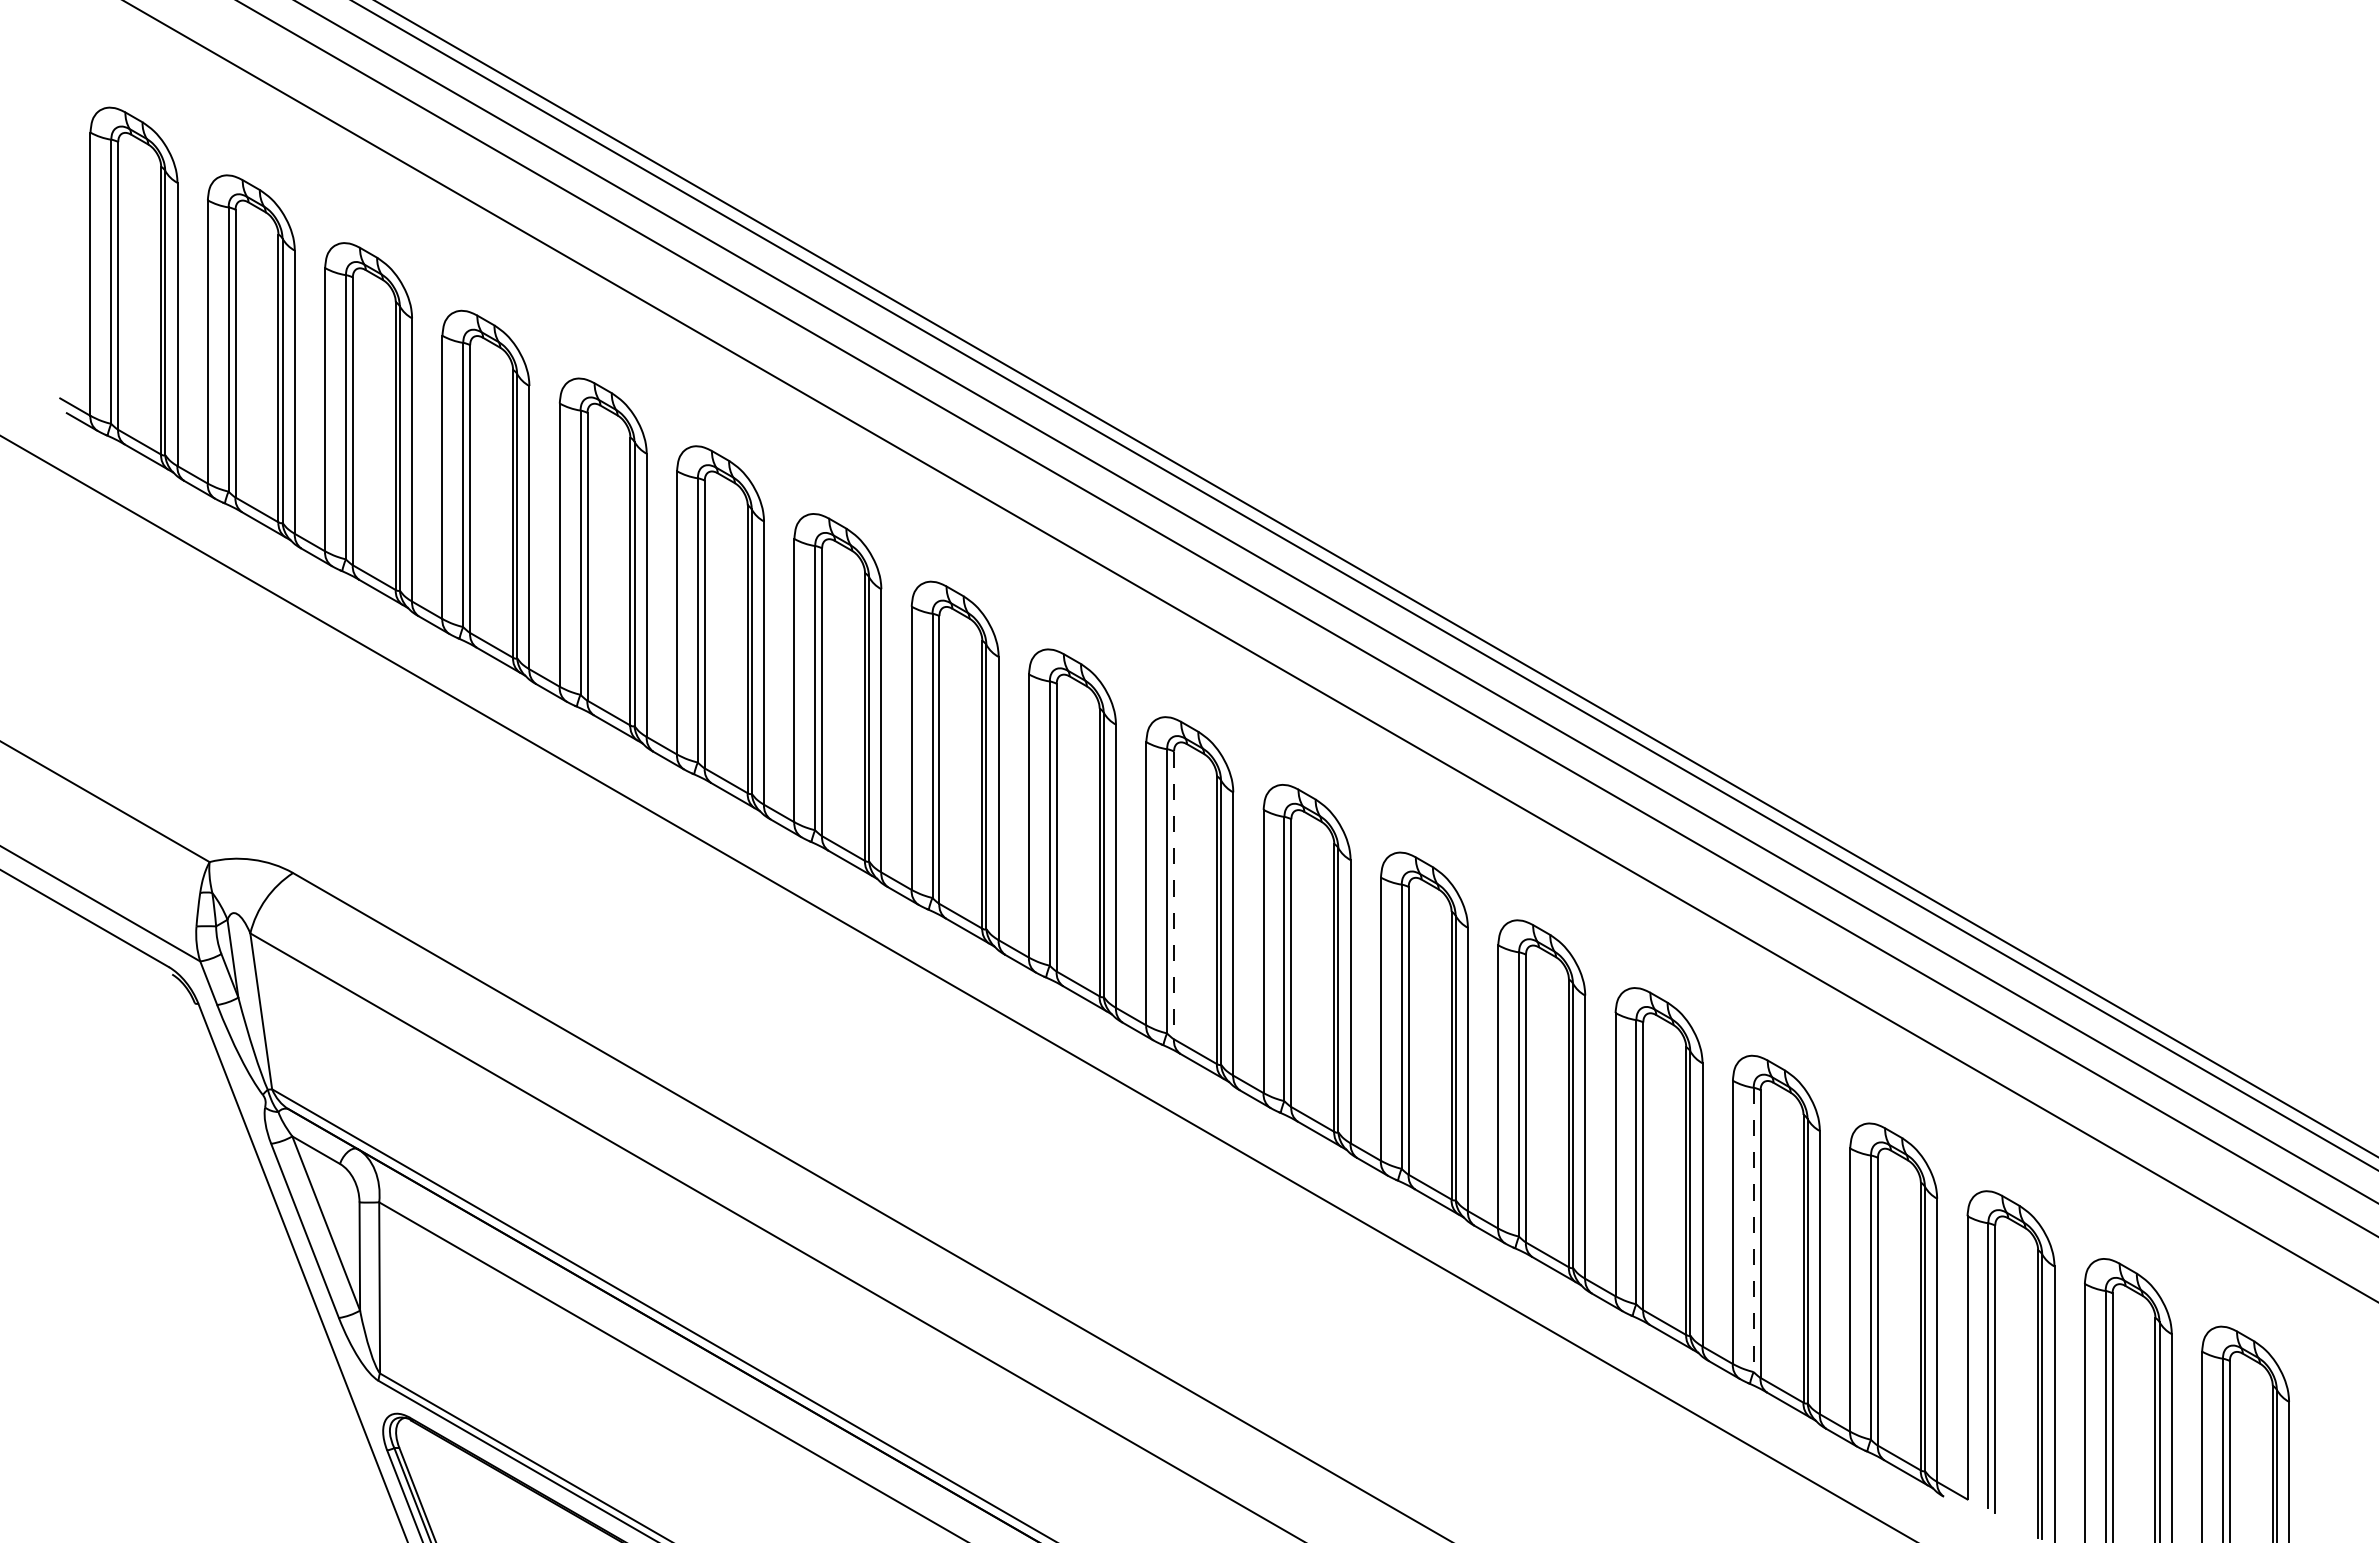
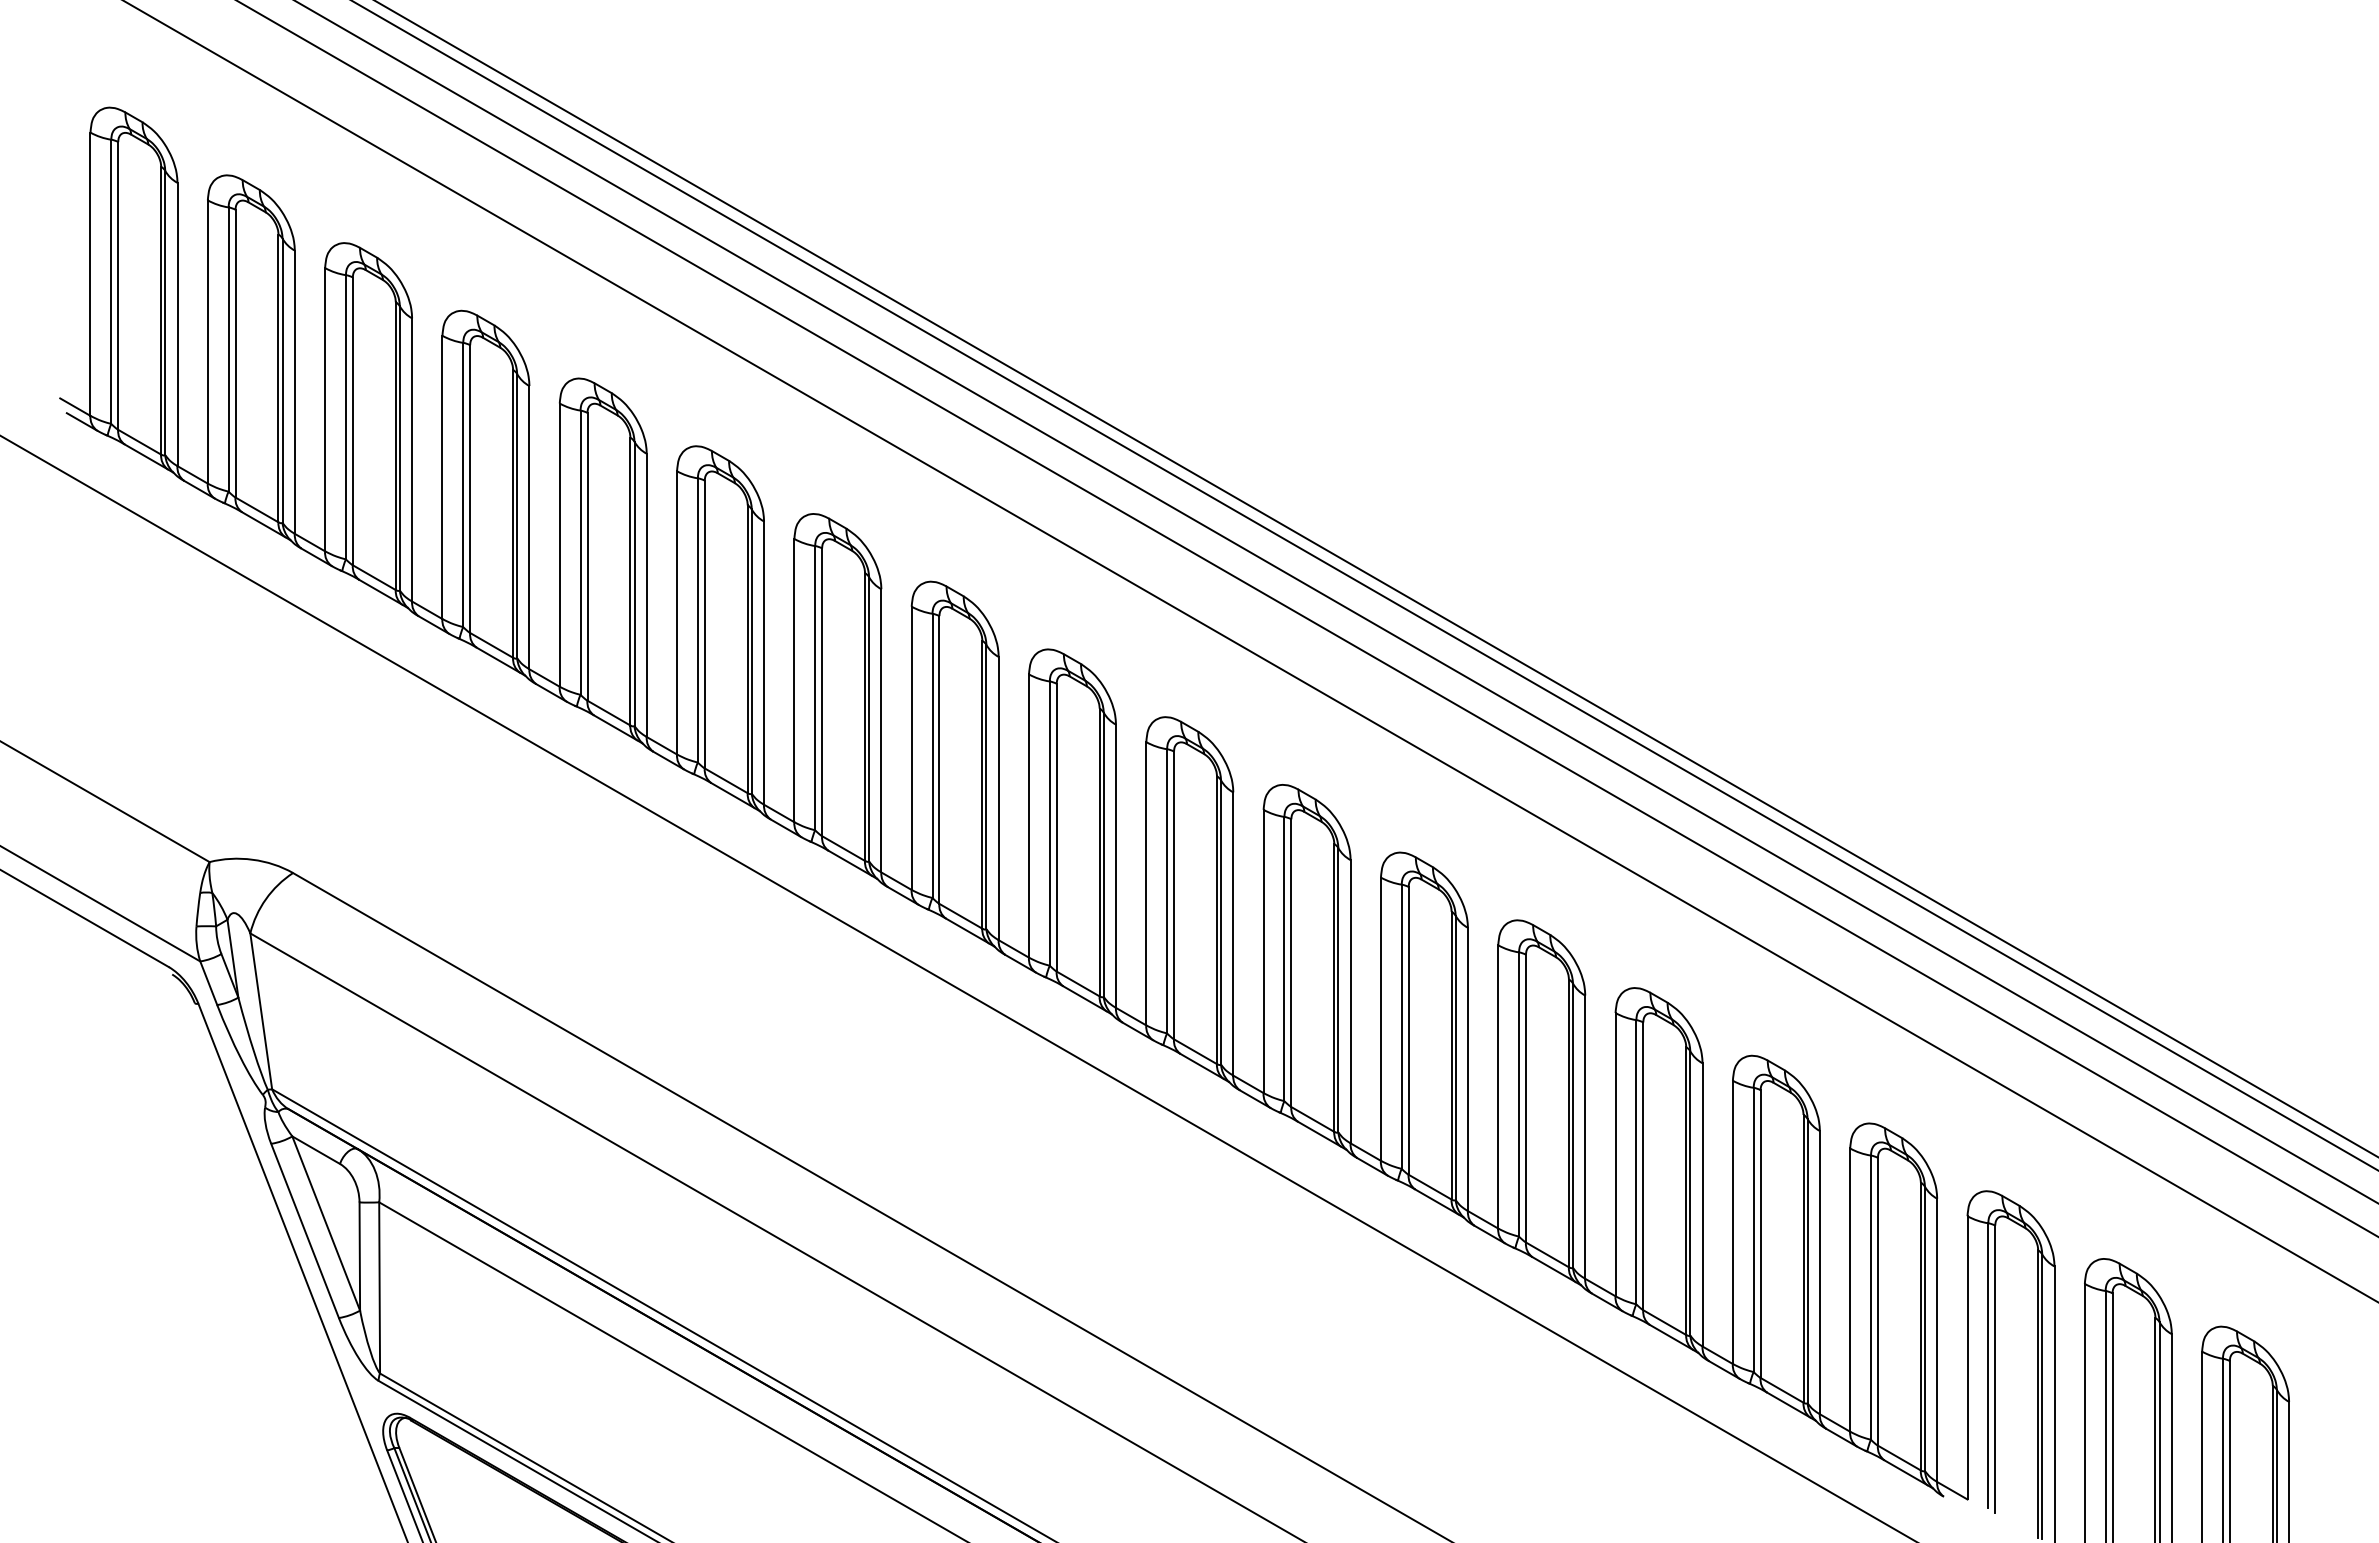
line at (1174, 895): dashed -> solid
line at (1753, 1230): dashed -> solid
